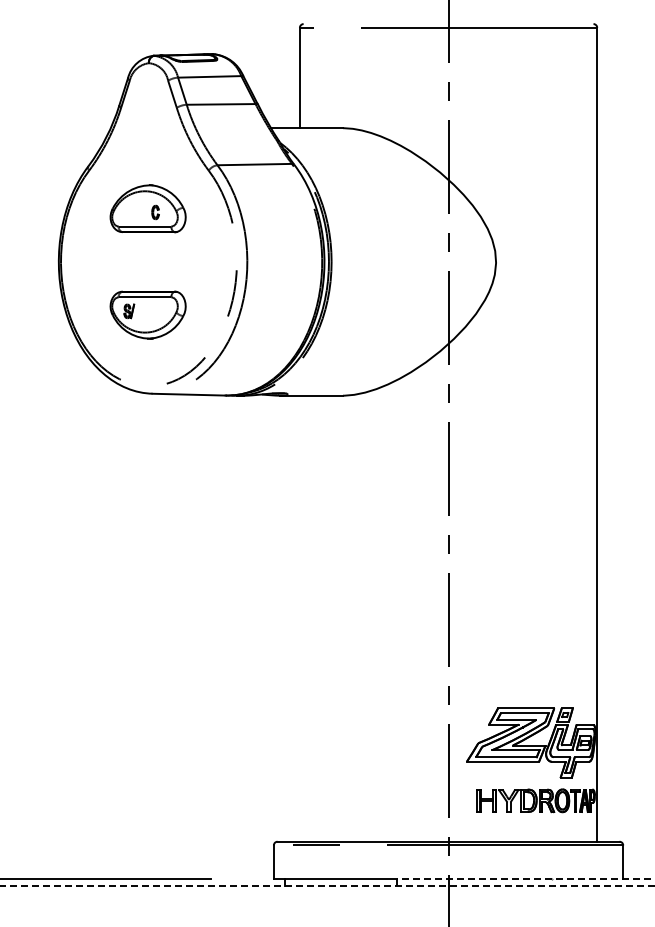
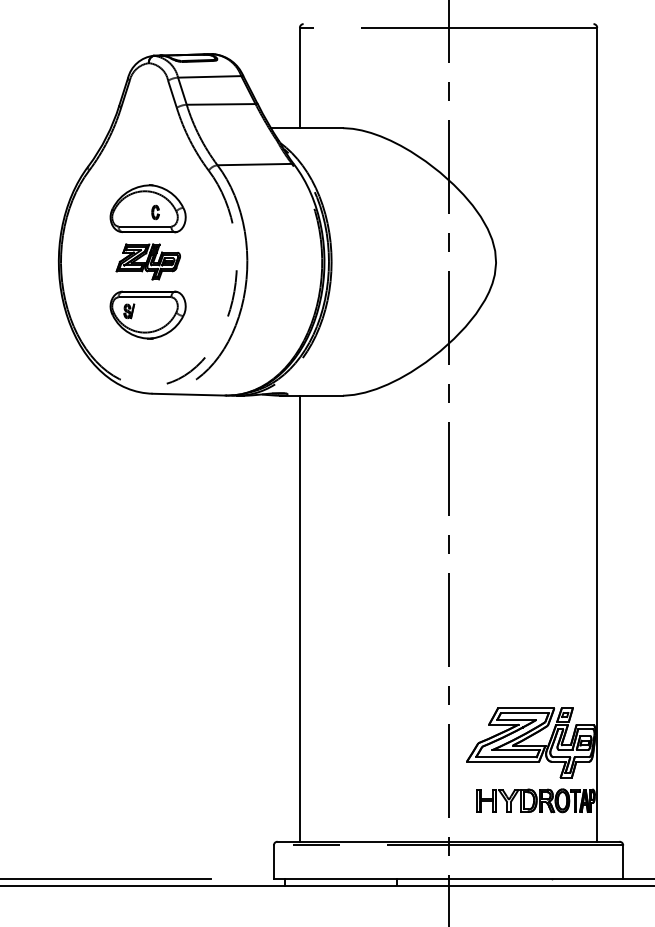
part at (147, 261): none -> present
line at (299, 618): none -> present
line at (525, 878): dashed -> solid
line at (327, 885): dashed -> solid
